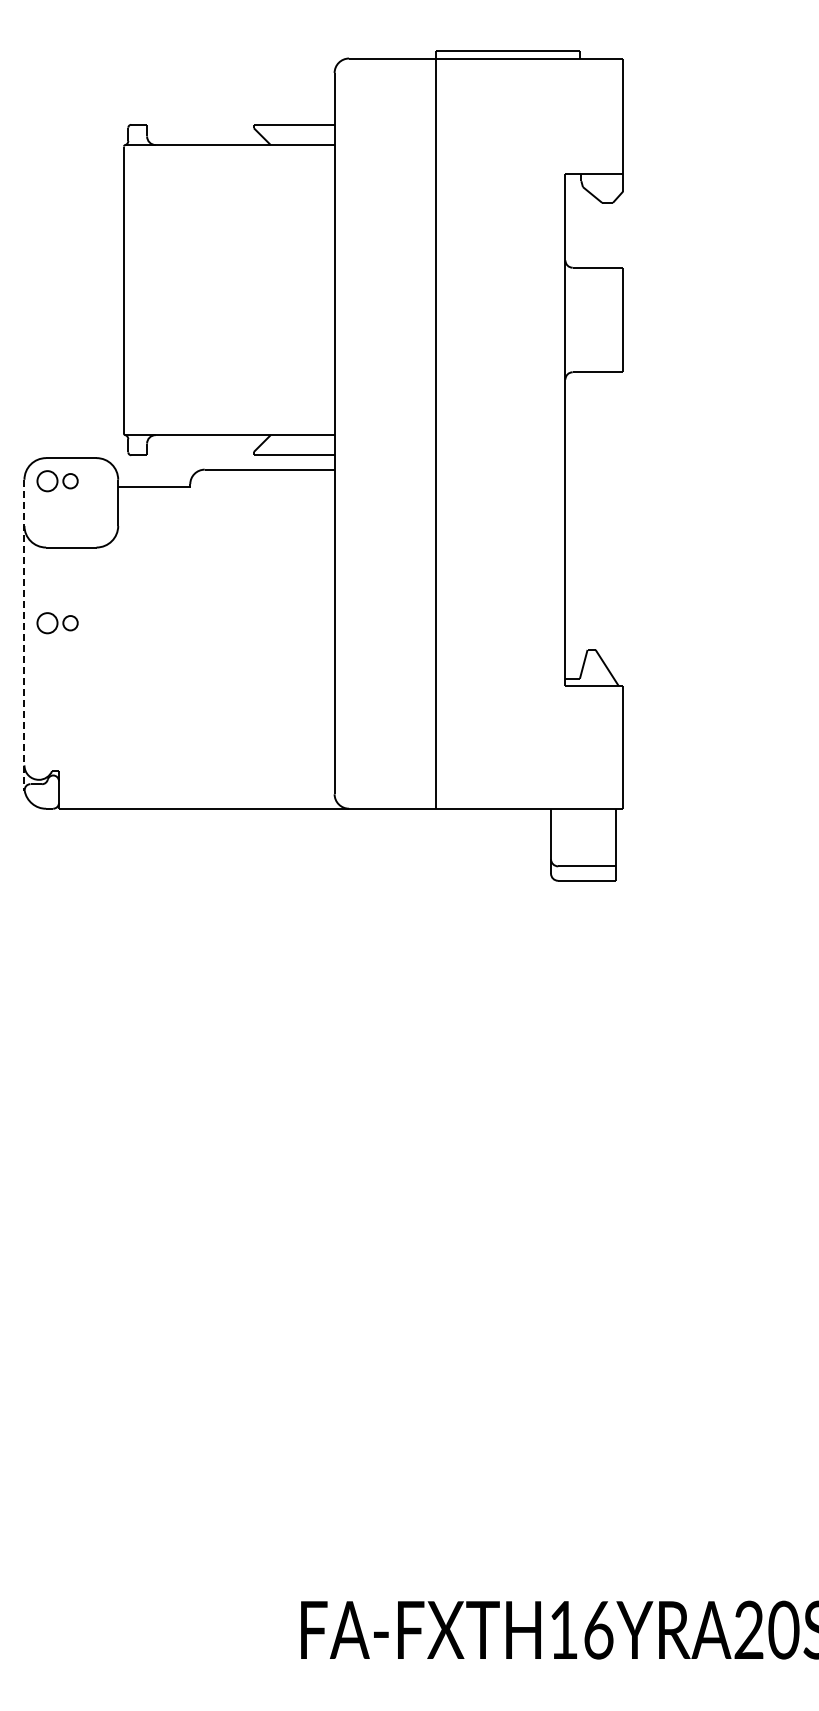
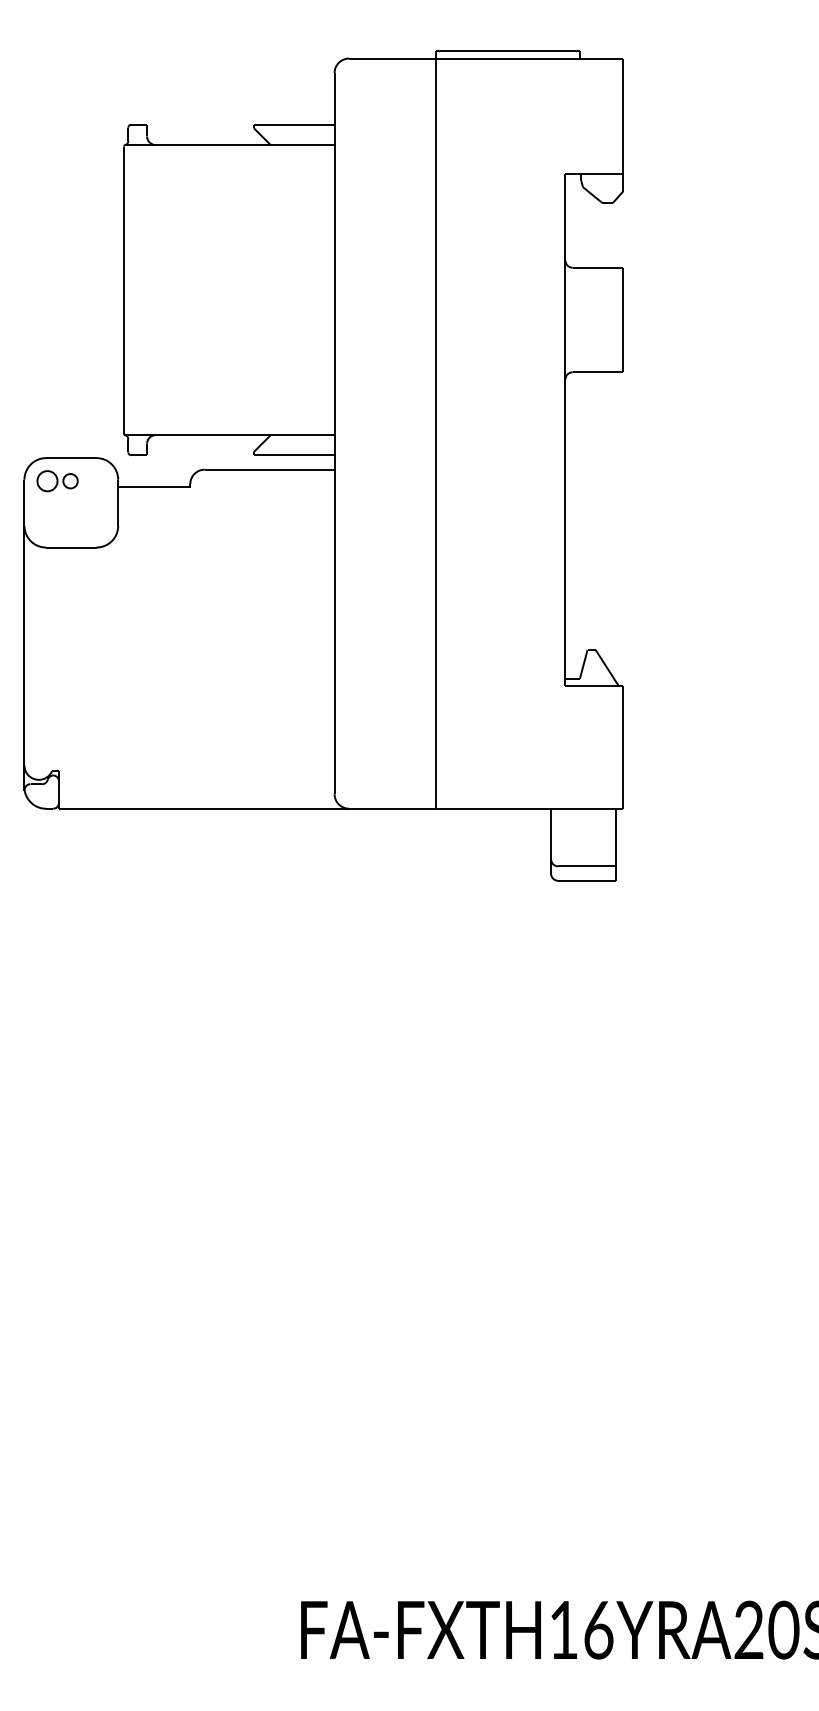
part at (57, 623): present -> none
line at (24, 635): dashed -> solid
